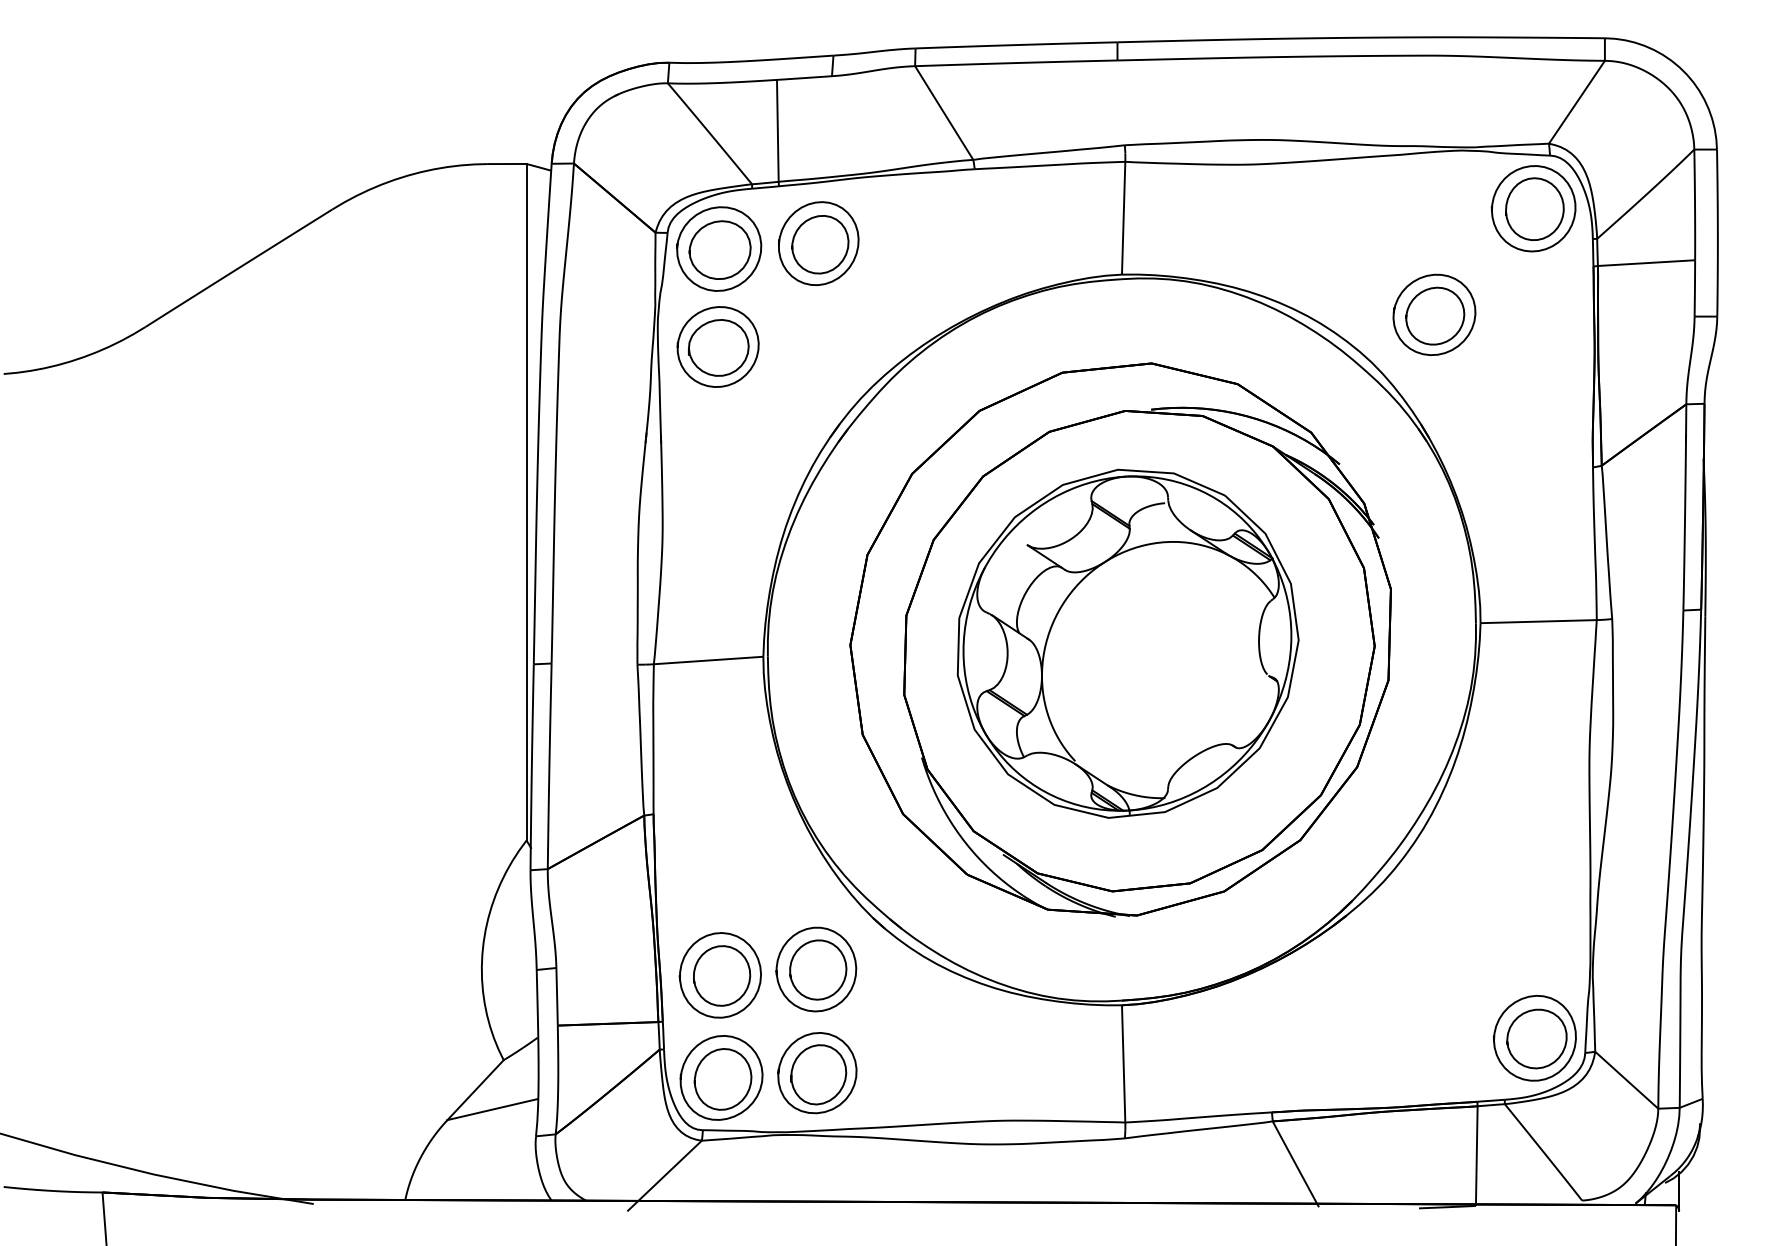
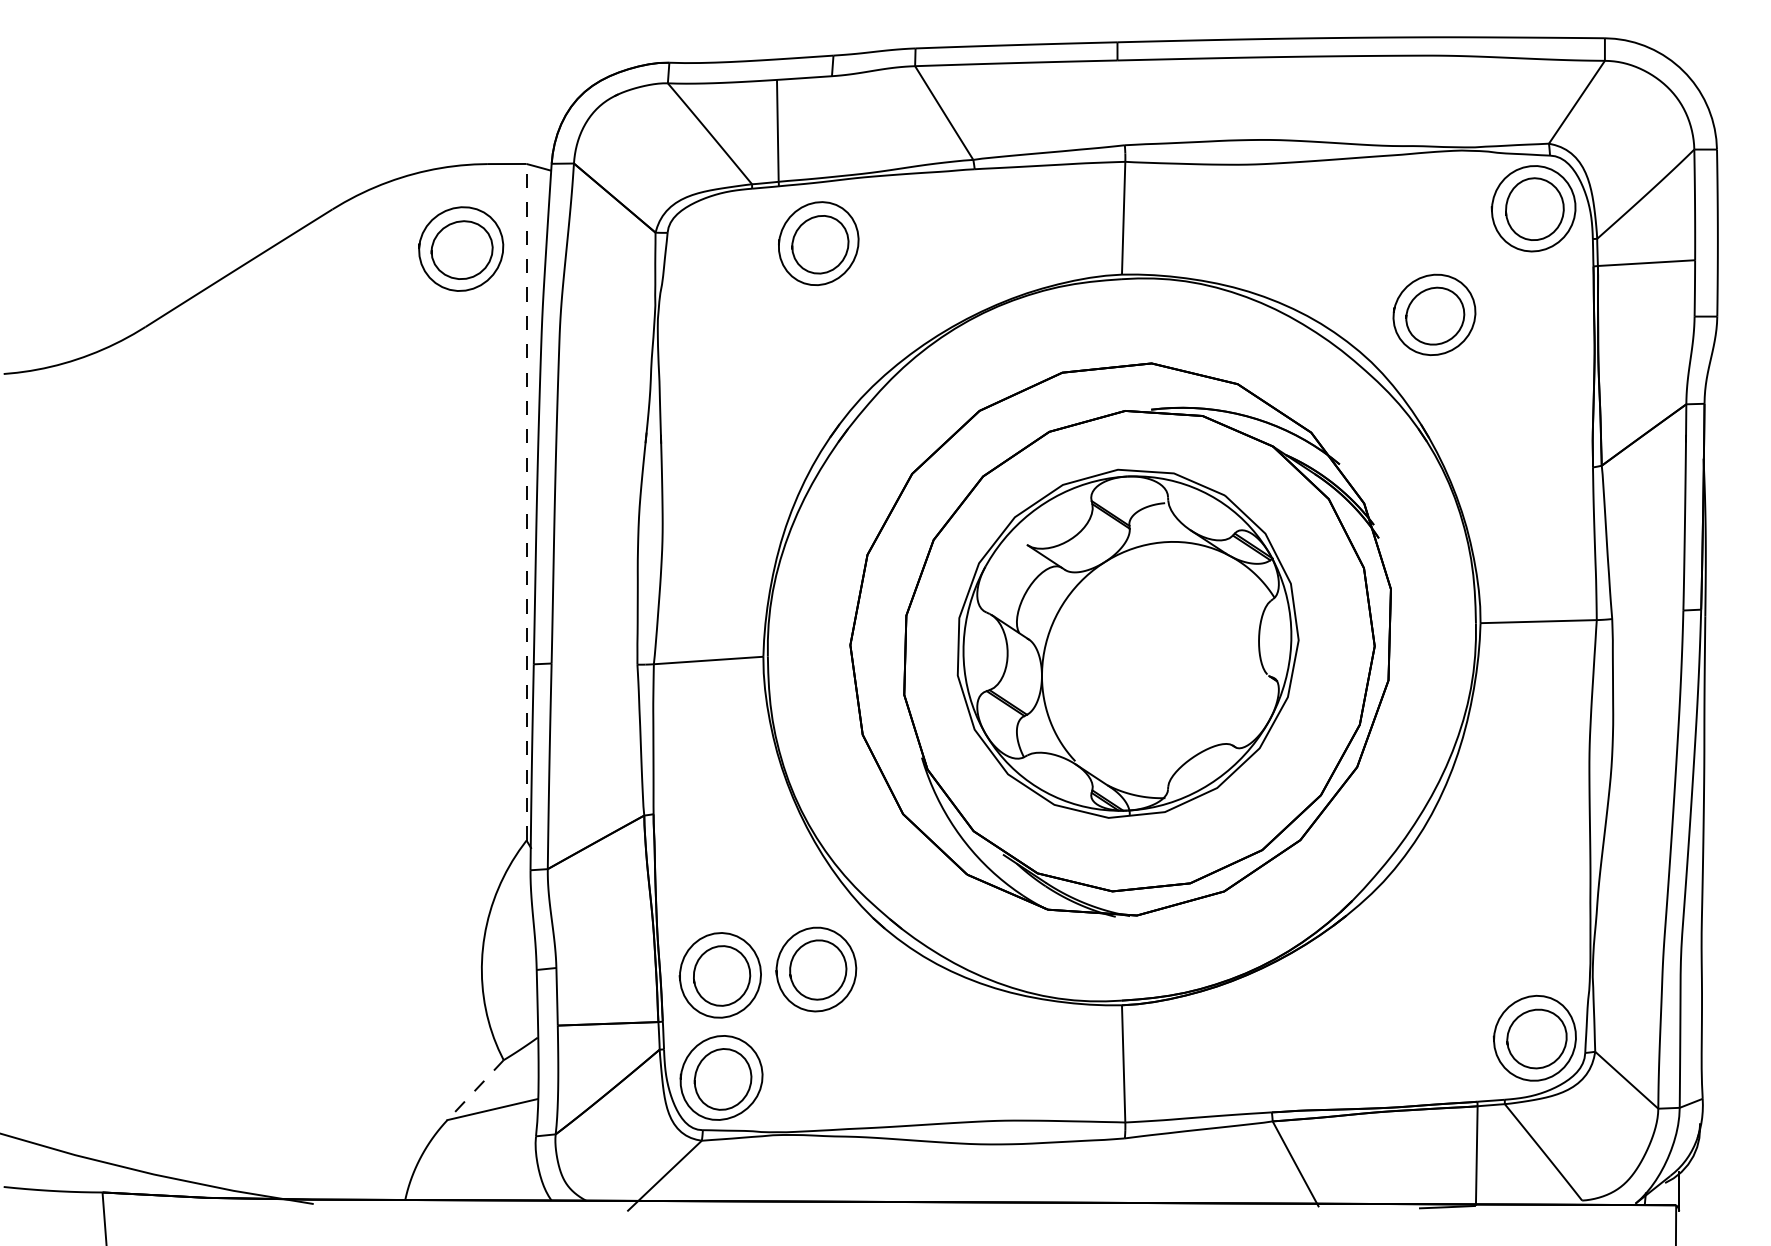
part at (719, 248) position: (719, 248) -> (461, 248)
part at (717, 346): present -> none
line at (526, 501): solid -> dashed
part at (817, 1073): present -> none
line at (475, 1090): solid -> dashed
